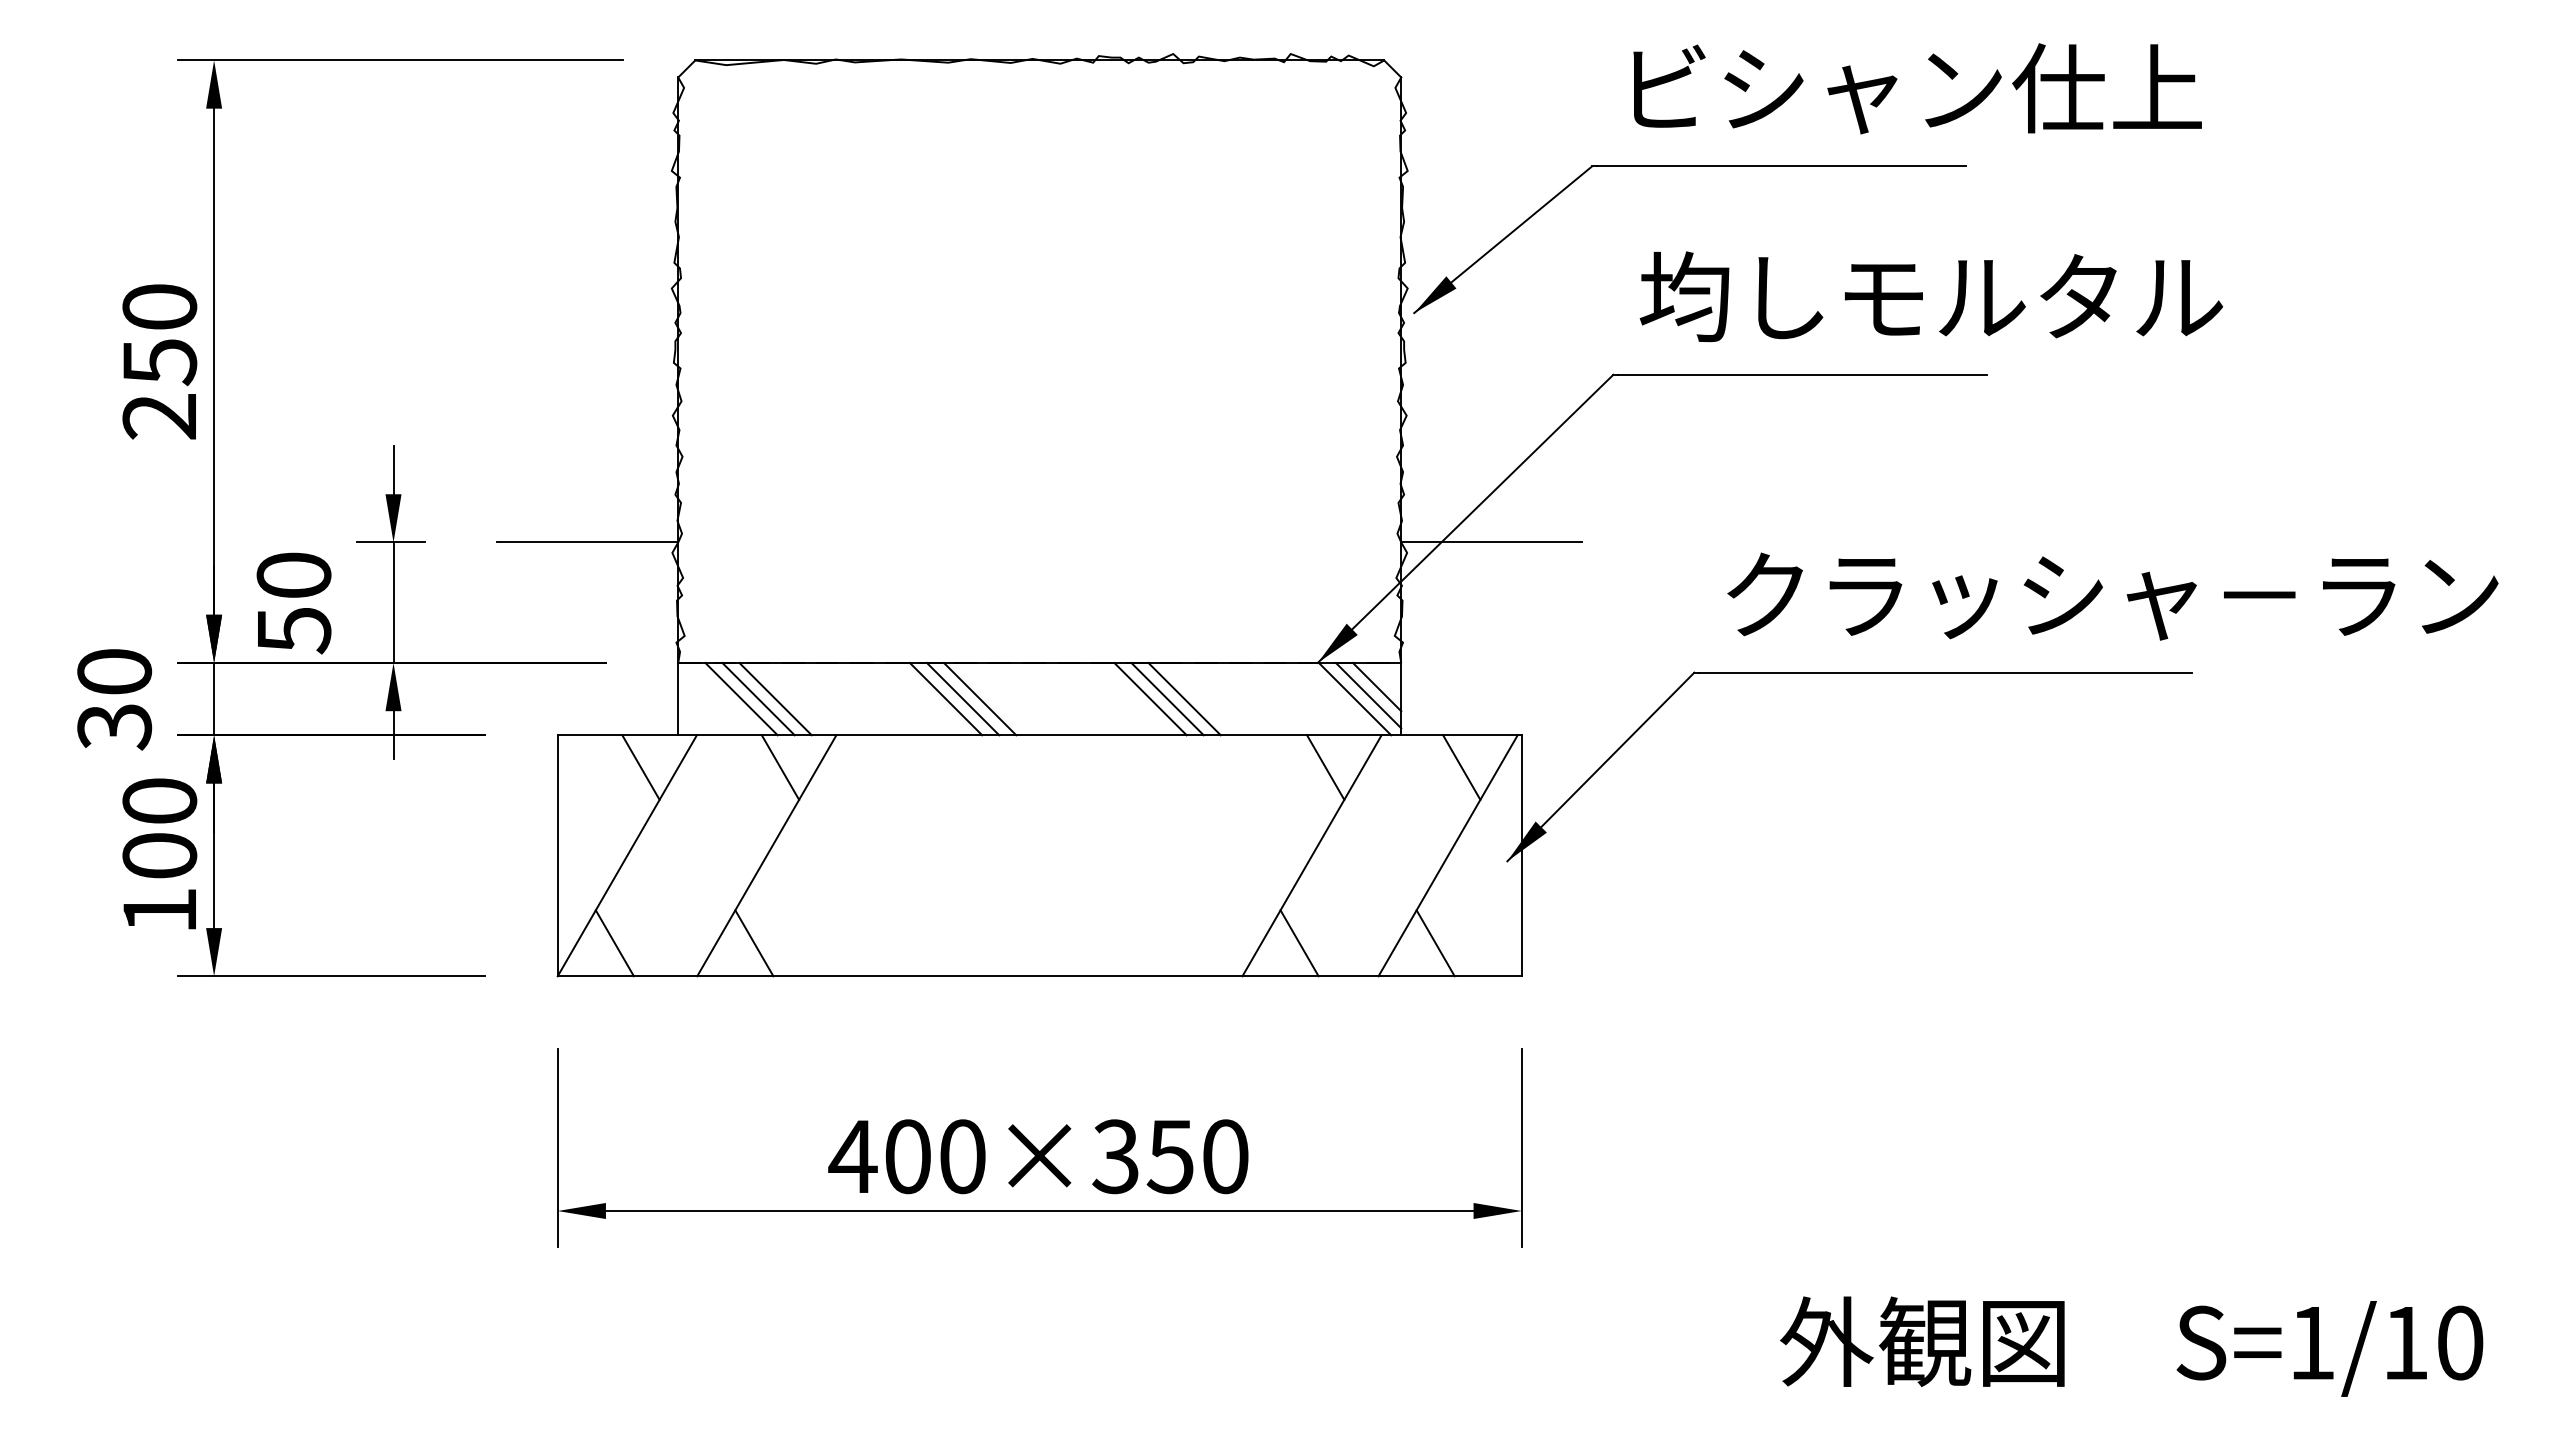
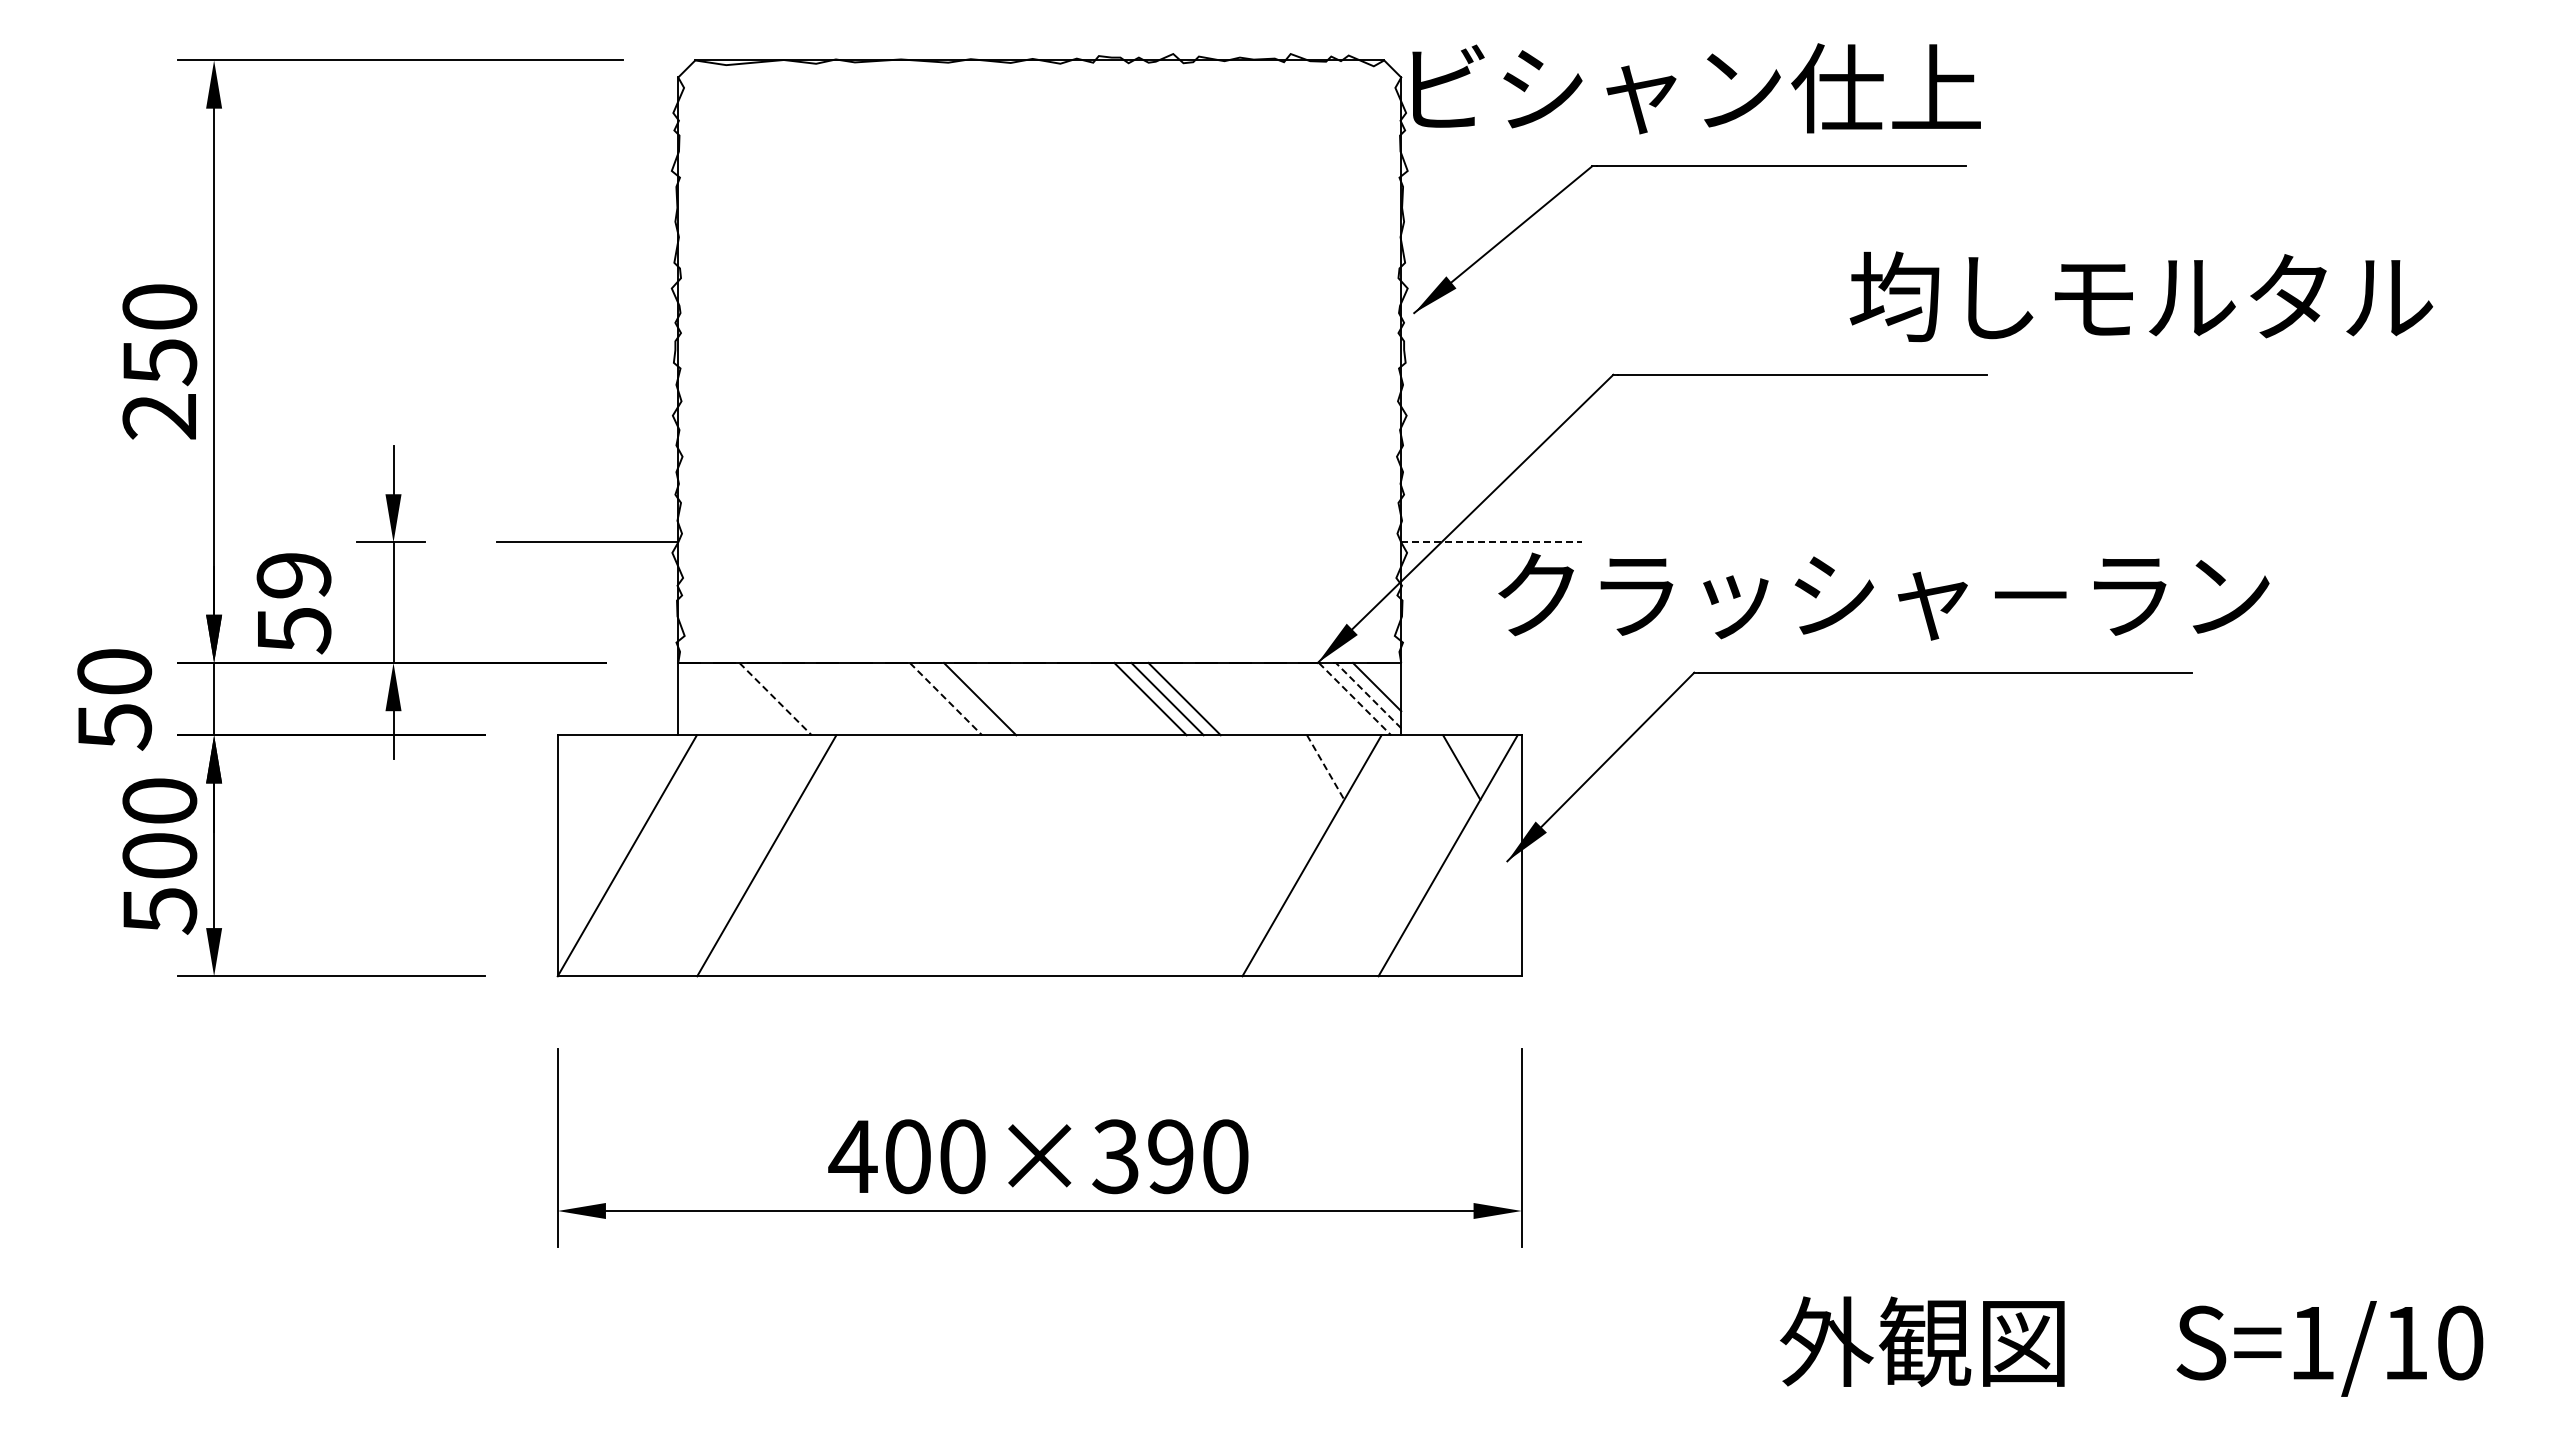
text at (1917, 88) position: (1917, 88) -> (1696, 88)
text at (1931, 296) position: (1931, 296) -> (2141, 296)
line at (1492, 542): solid -> dashed
text at (293, 575): 50 -> 59
text at (2112, 596) position: (2112, 596) -> (1883, 596)
line at (1368, 695): solid -> dashed
line at (741, 698): present -> none
line at (758, 698): present -> none
line at (962, 698): present -> none
line at (775, 699): solid -> dashed
line at (946, 699): solid -> dashed
line at (1355, 699): solid -> dashed
text at (114, 727): 30 -> 50
line at (640, 767): present -> none
line at (780, 767): present -> none
line at (1325, 767): solid -> dashed
text at (160, 911): 100 -> 500
line at (614, 943): present -> none
line at (754, 943): present -> none
line at (1299, 943): present -> none
line at (1435, 943): present -> none
text at (1169, 1156): 400×350 -> 400×390
